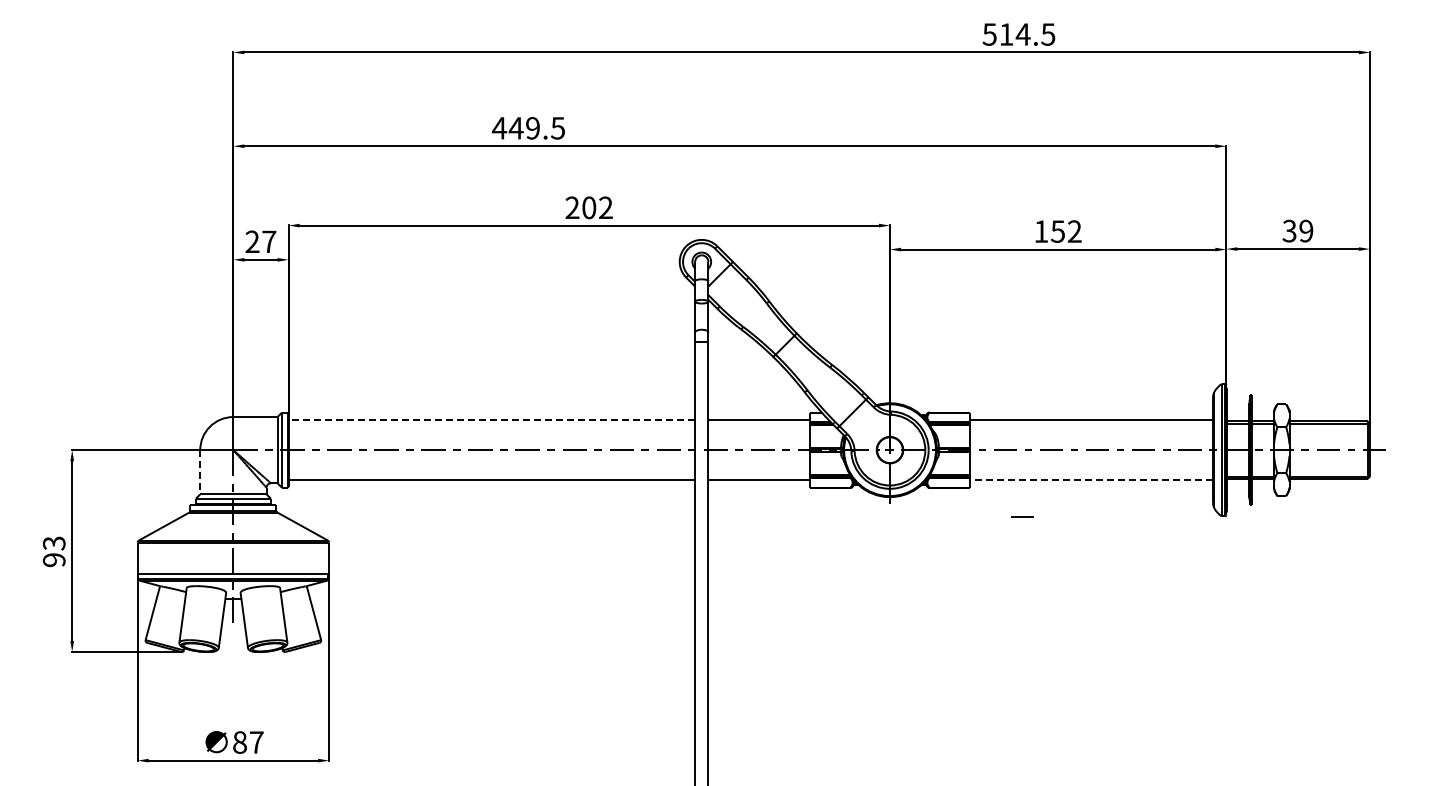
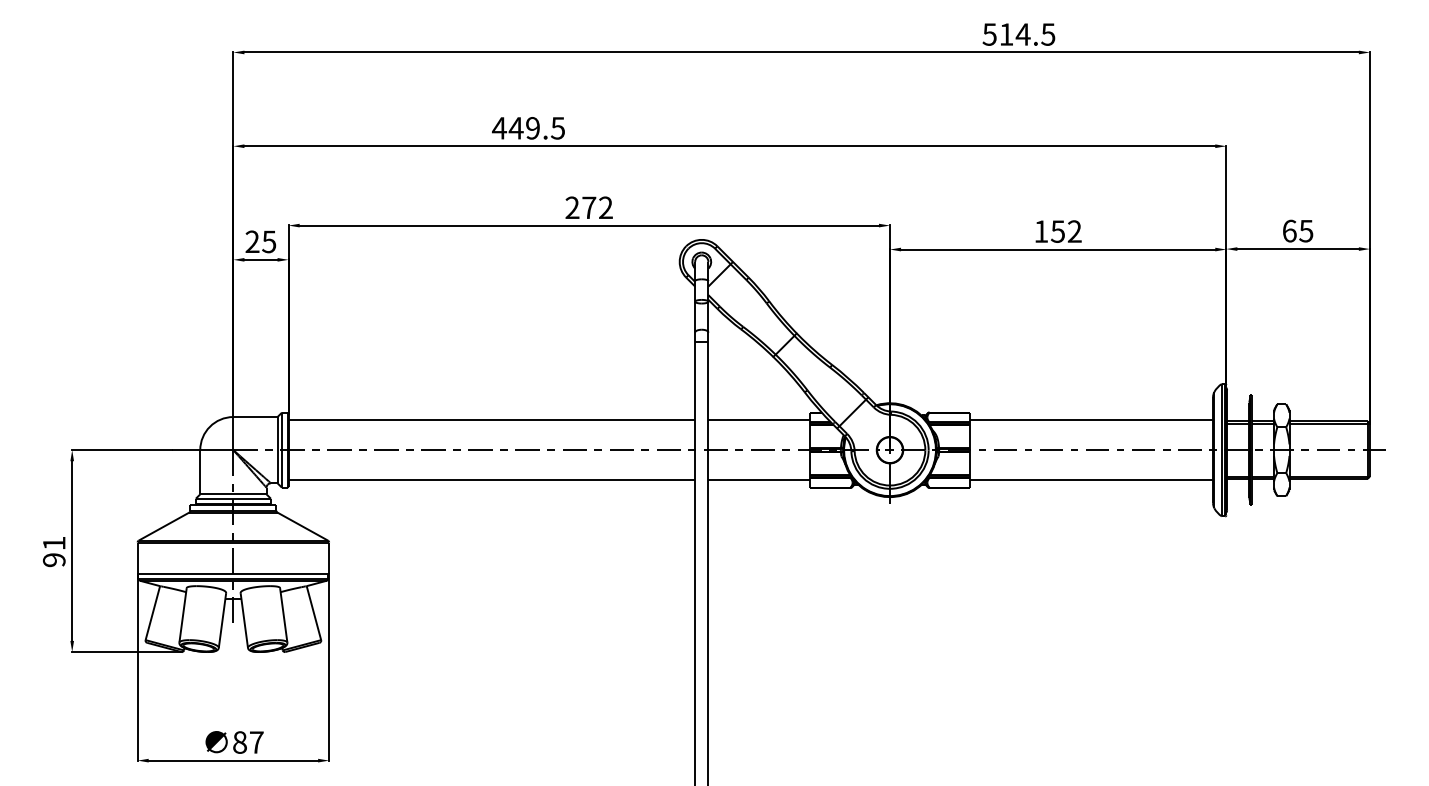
text at (589, 207): 202 -> 272
text at (1297, 230): 39 -> 65
text at (269, 241): 27 -> 25
line at (491, 420): dashed -> solid
line at (200, 472): dashed -> solid
line at (1091, 480): dashed -> solid
line at (1022, 516): present -> none
text at (53, 543): 93 -> 91
